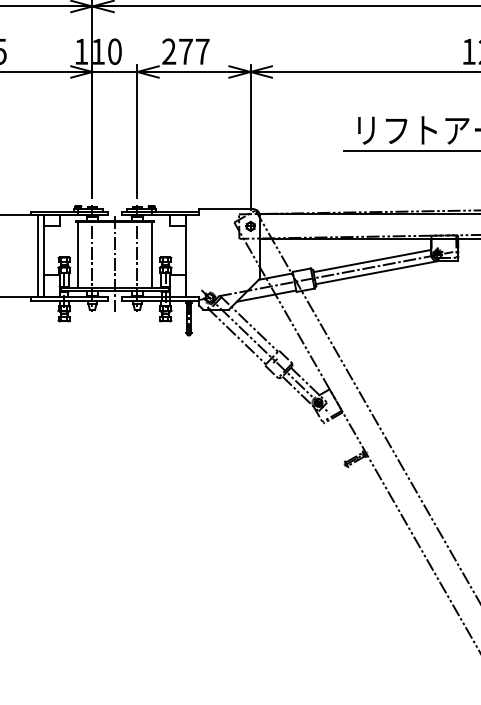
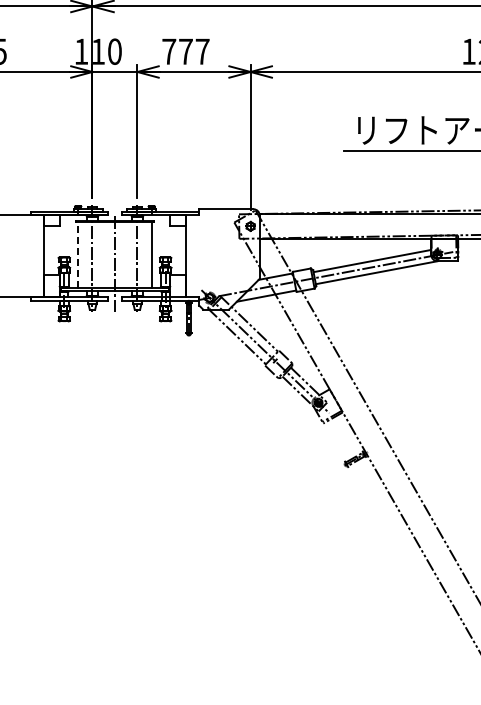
text at (169, 51): 277 -> 777
line at (78, 254): solid -> dashed
line at (38, 256): present -> none
